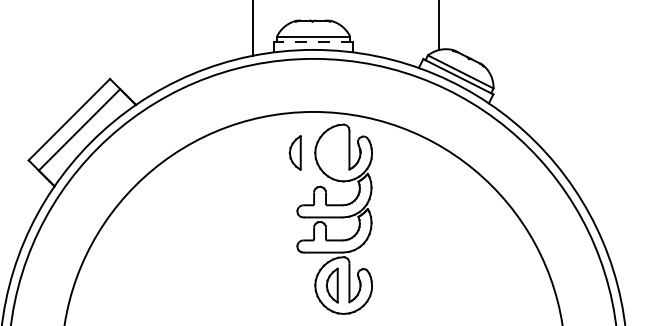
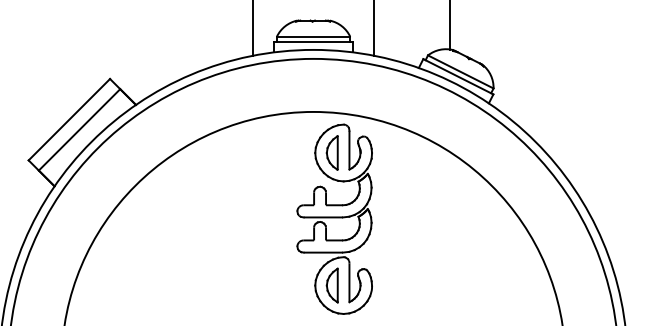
line at (439, 25) position: (439, 25) -> (450, 25)
line at (374, 28): none -> present
line at (313, 42): dashed -> solid
part at (294, 152) position: (294, 152) -> (331, 152)
